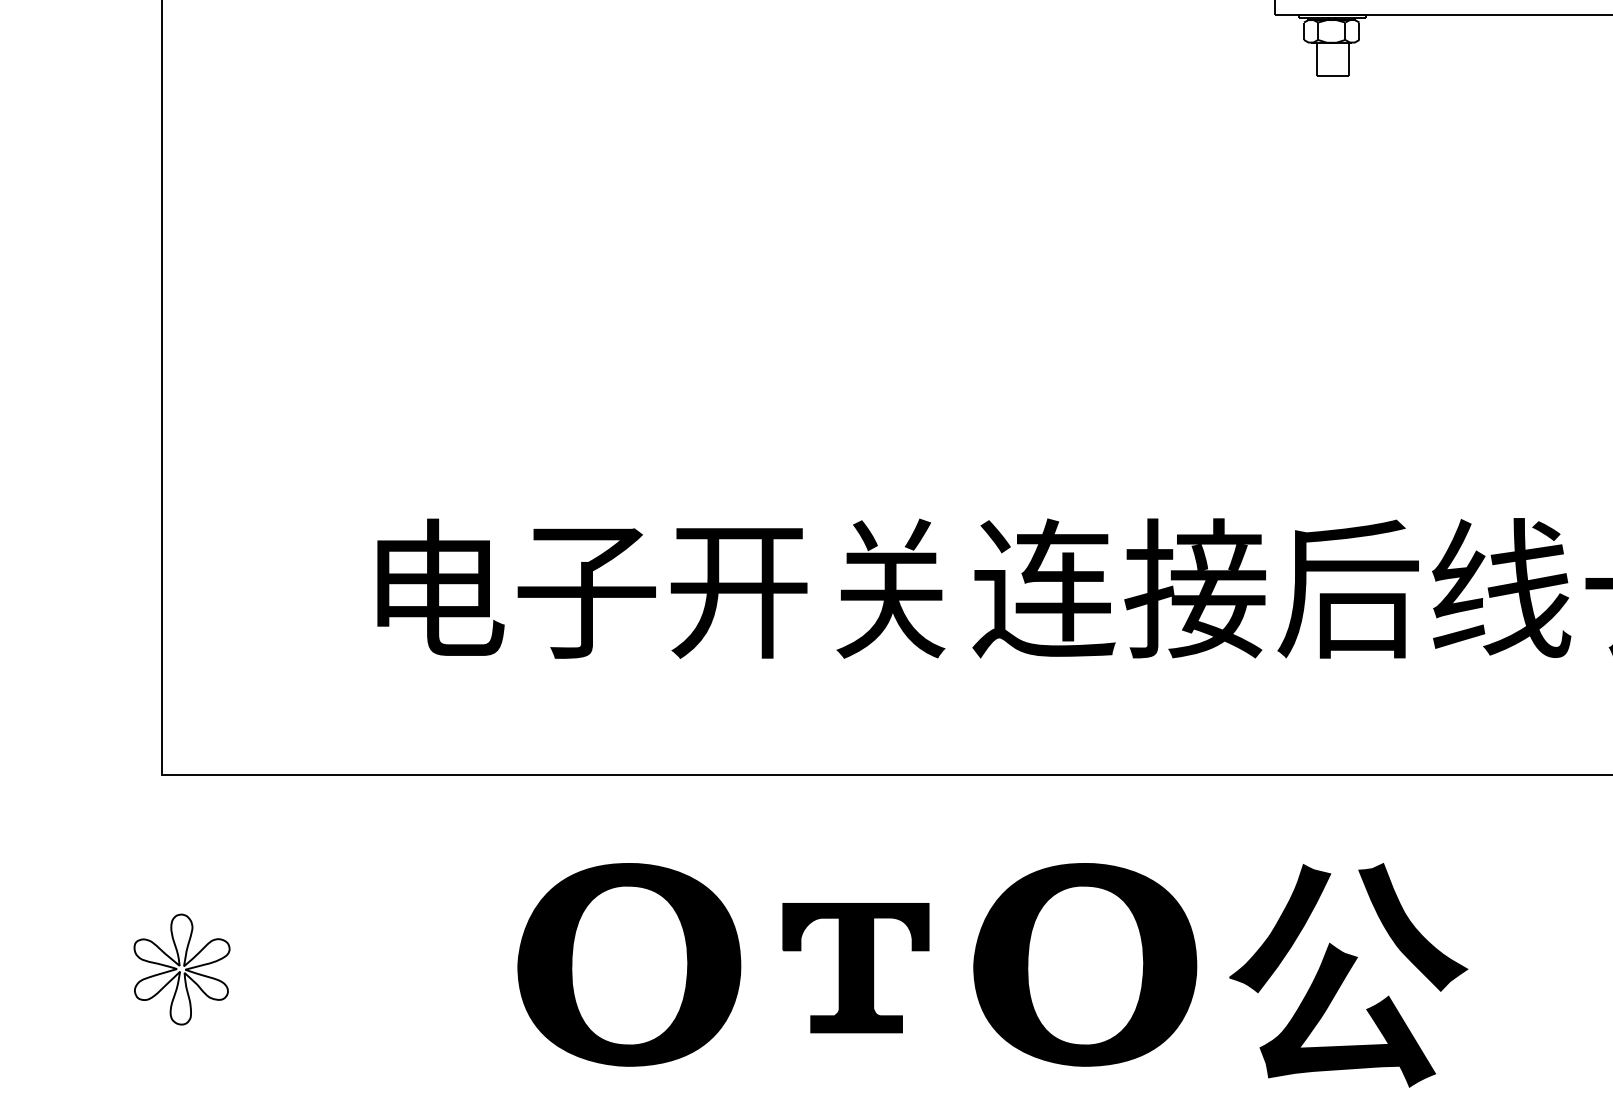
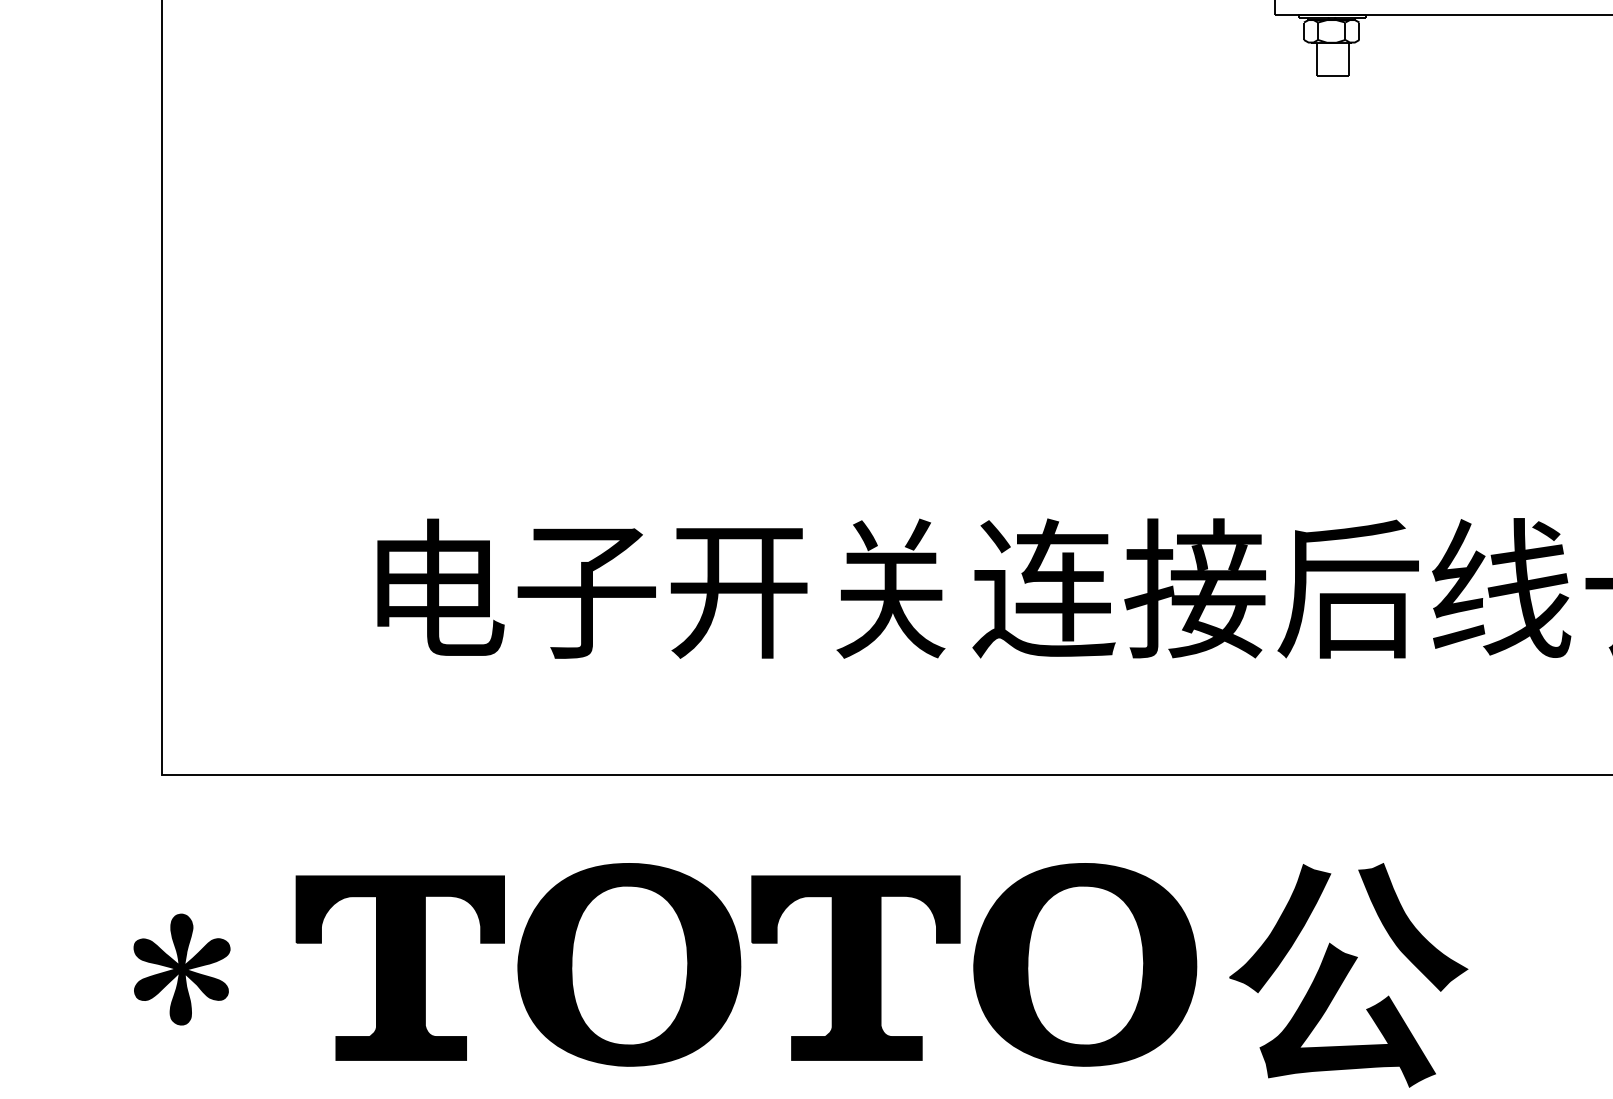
part at (399, 967): none -> present
part at (855, 968) size: 148x131 px -> 210x186 px
fill at (181, 969): none -> present
